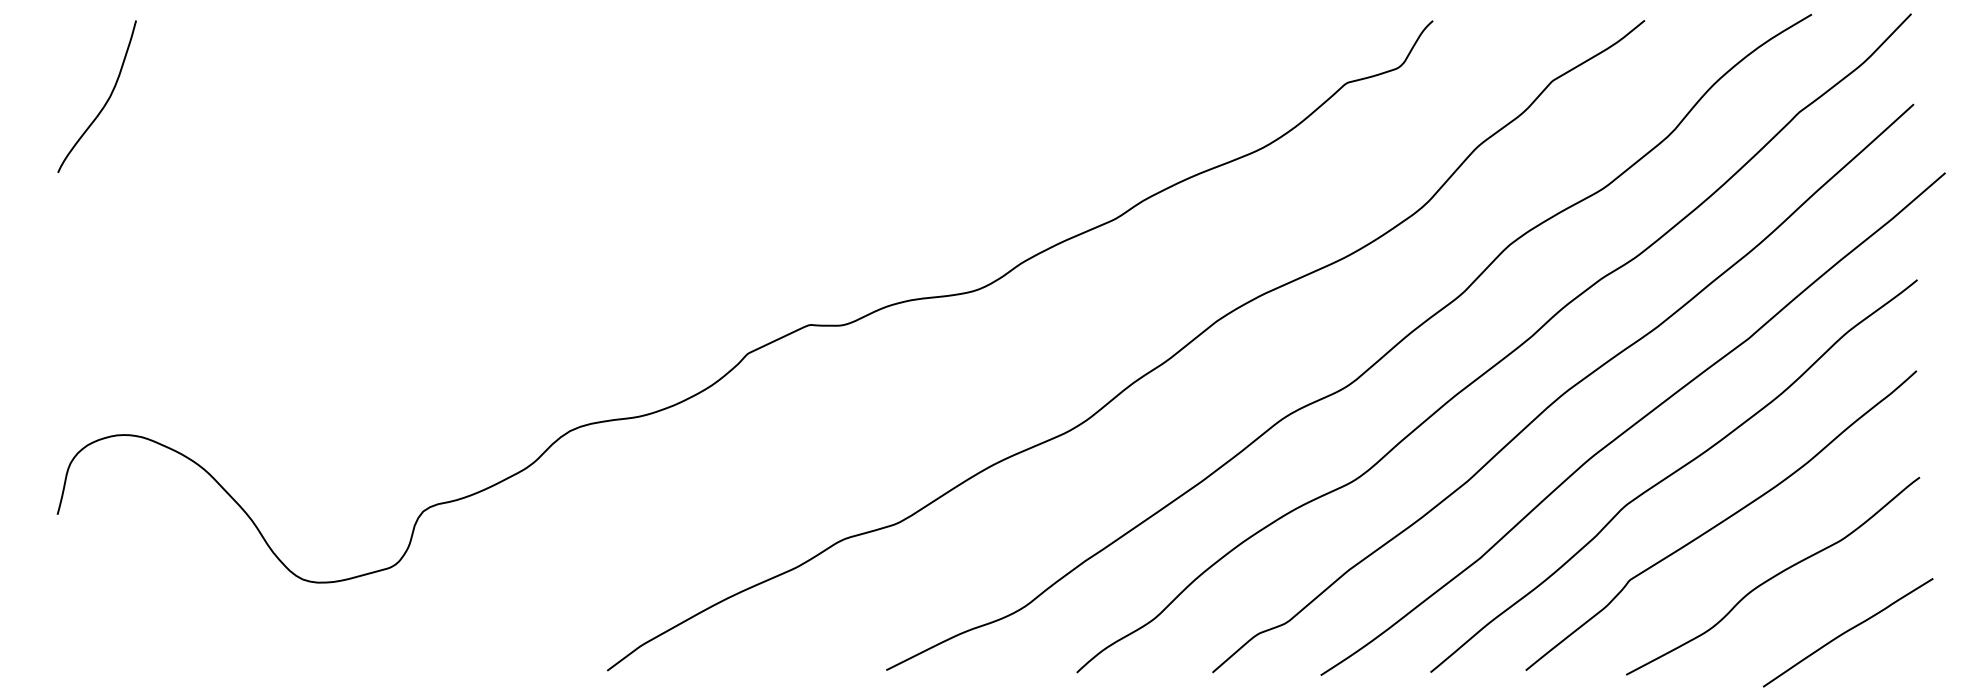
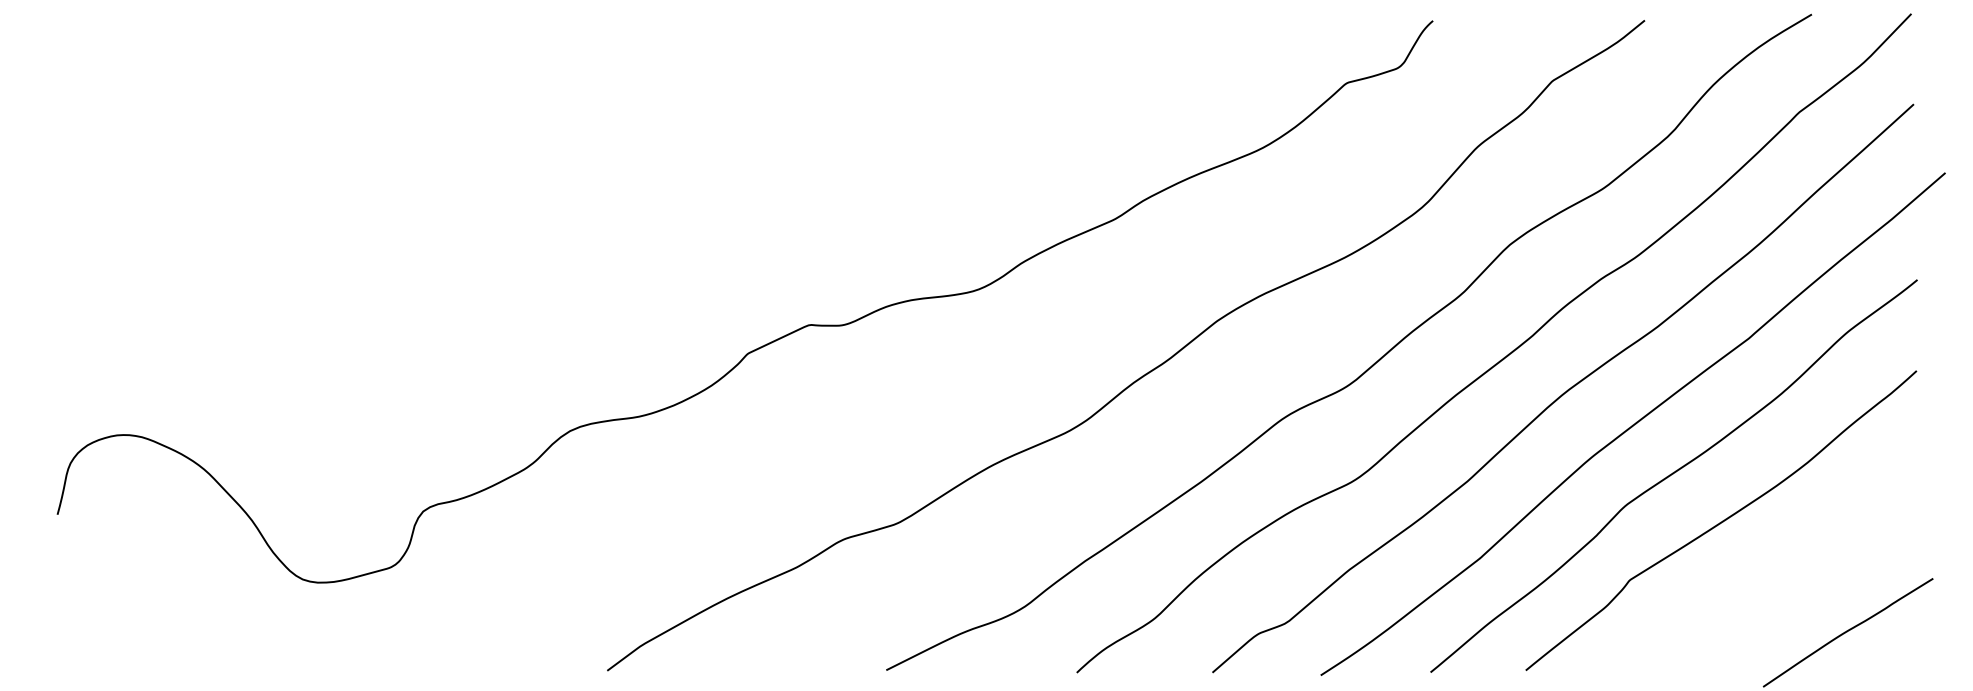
curve at (106, 100): present -> none
curve at (1774, 575): present -> none
